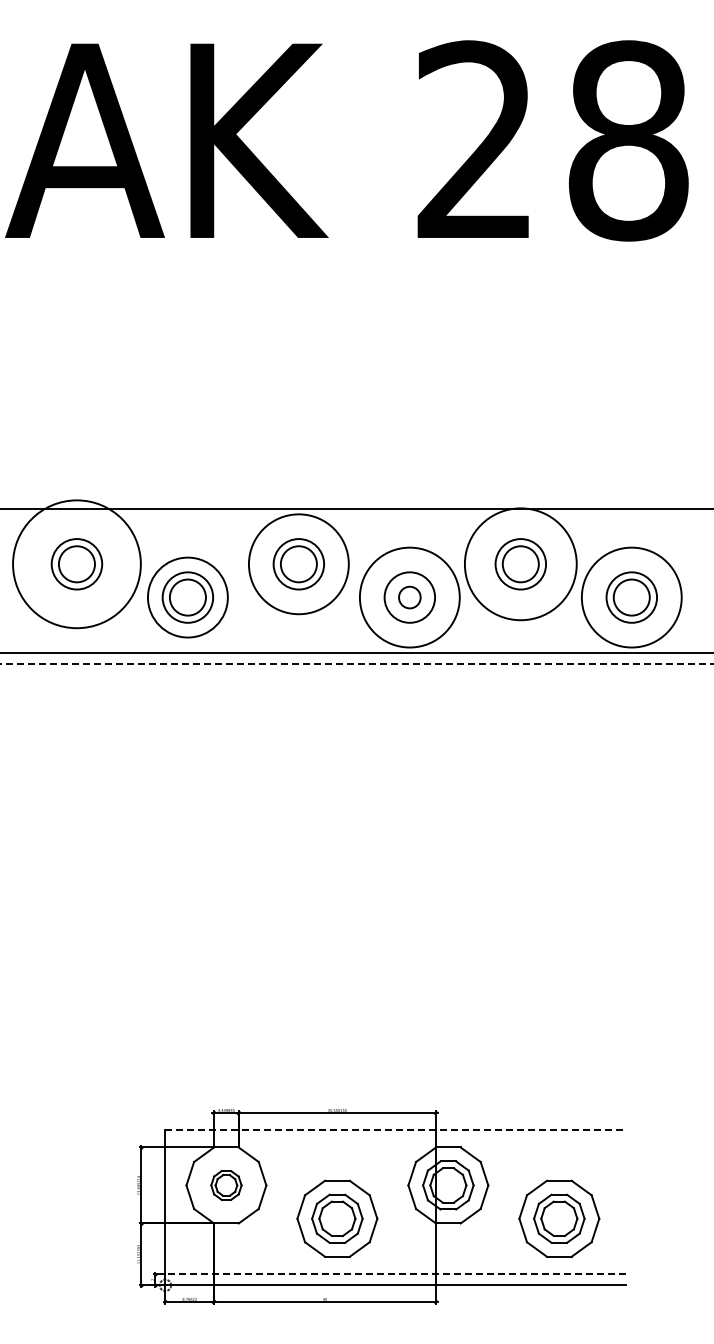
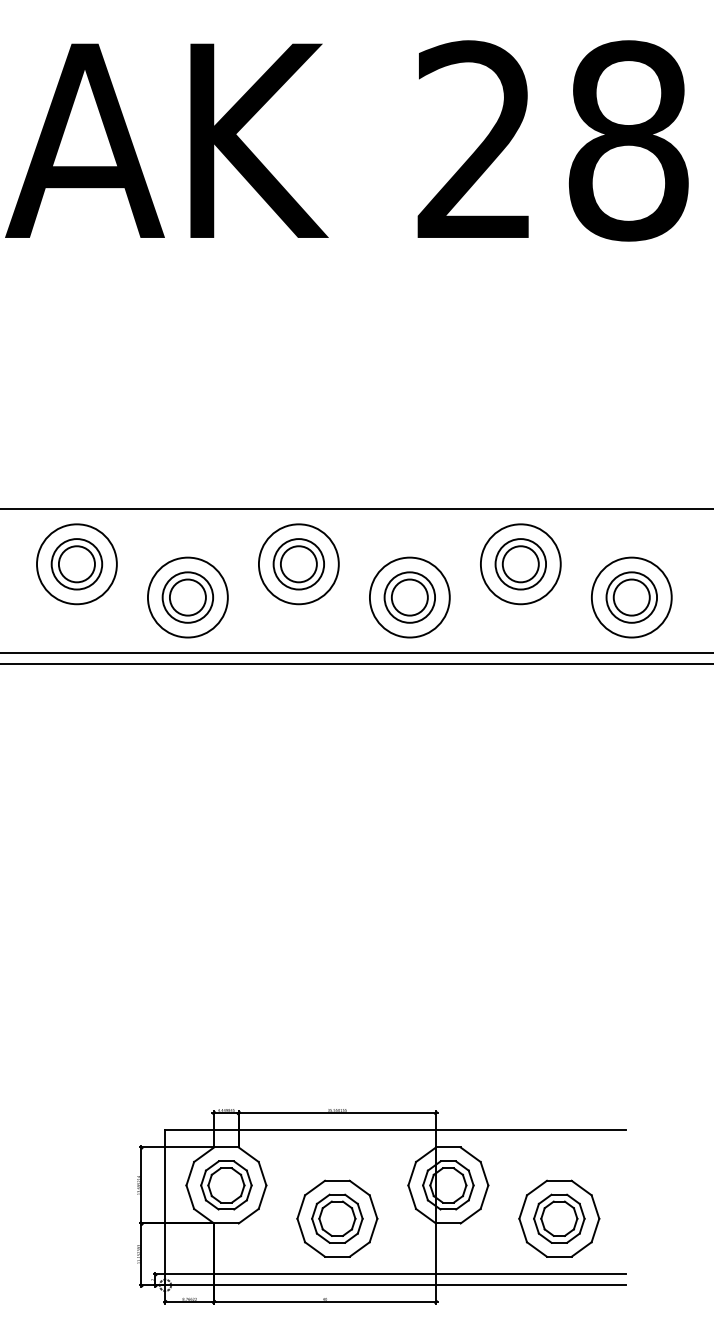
circle at (76, 564) diameter: 128 px -> 80 px
circle at (298, 564) diameter: 100 px -> 80 px
circle at (520, 564) diameter: 112 px -> 80 px
circle at (409, 597) diameter: 100 px -> 80 px
circle at (409, 597) diameter: 22 px -> 36 px
circle at (631, 597) diameter: 100 px -> 80 px
line at (357, 664): dashed -> solid
line at (396, 1130): dashed -> solid
part at (226, 1185) size: 33x31 px -> 53x51 px
line at (395, 1274): dashed -> solid
